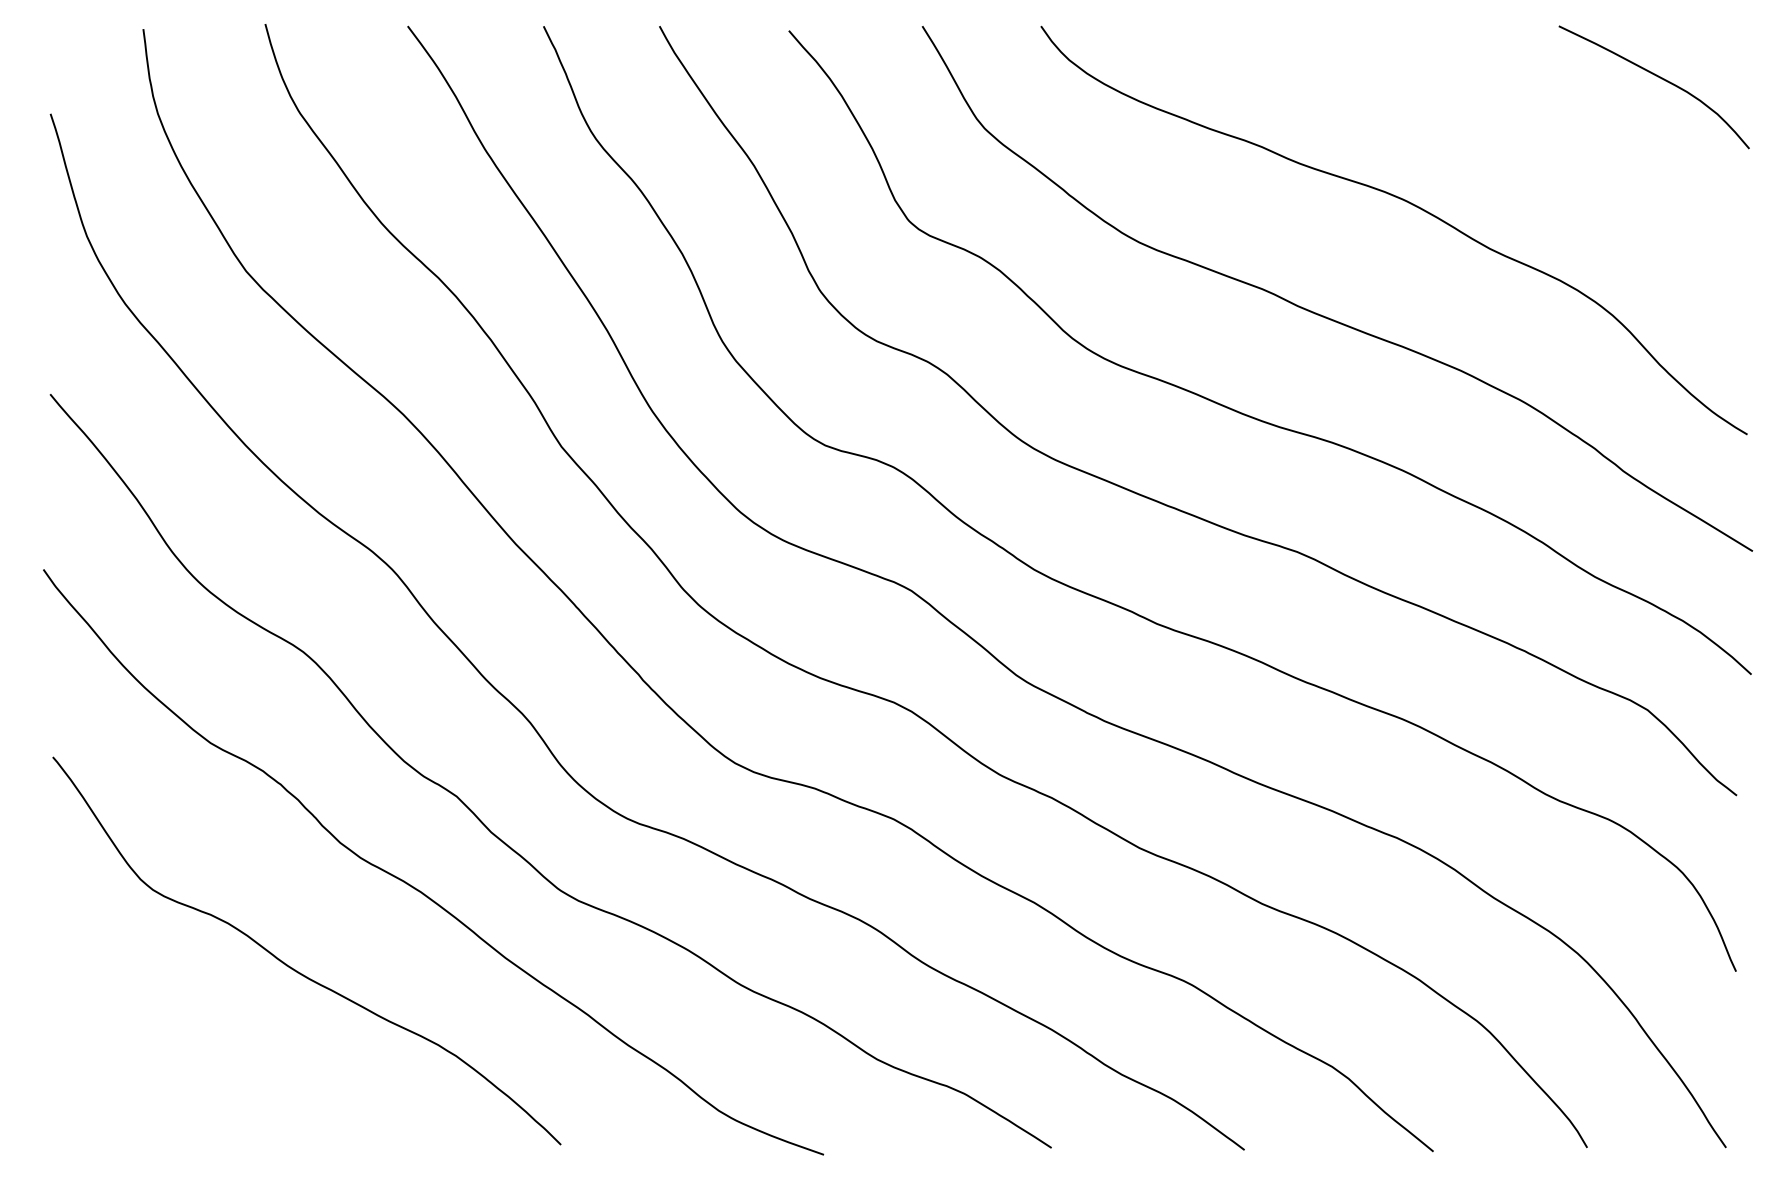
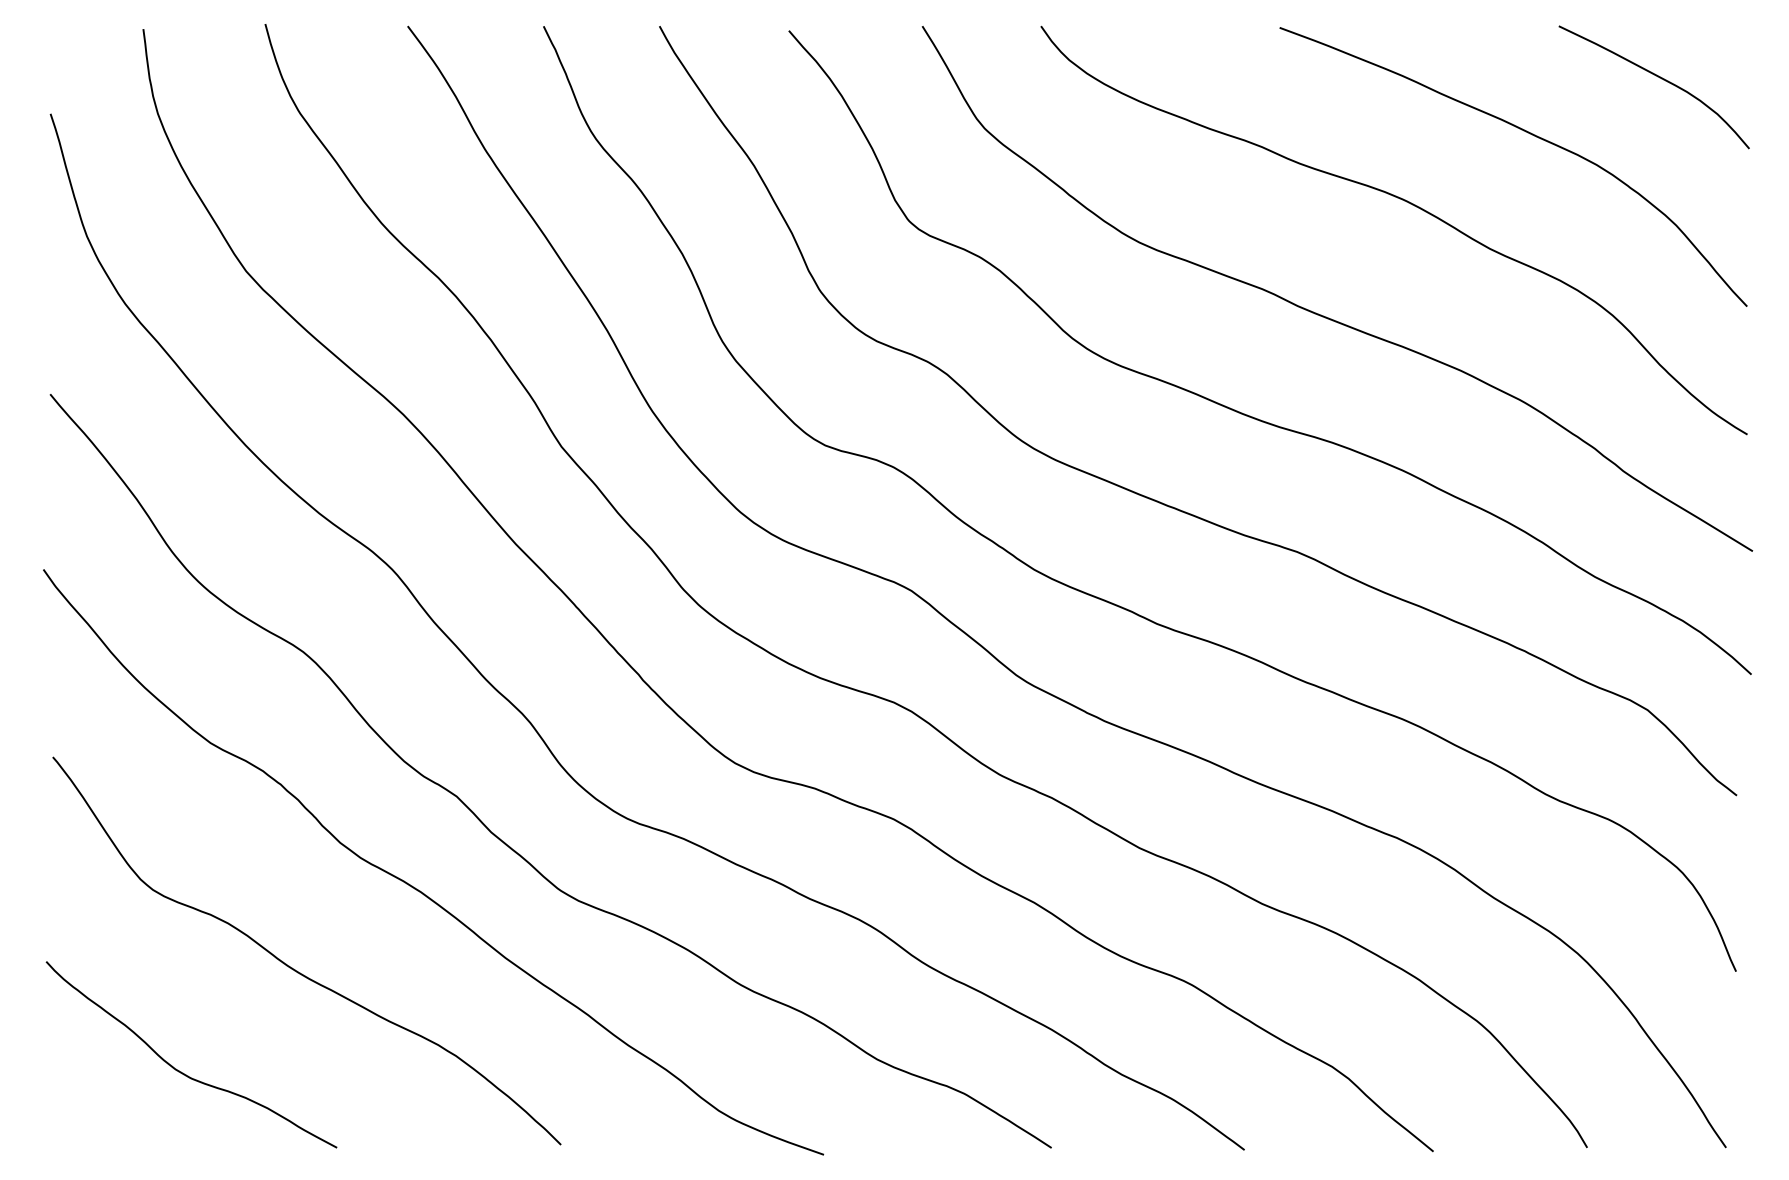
curve at (1525, 132): none -> present
curve at (183, 1072): none -> present
